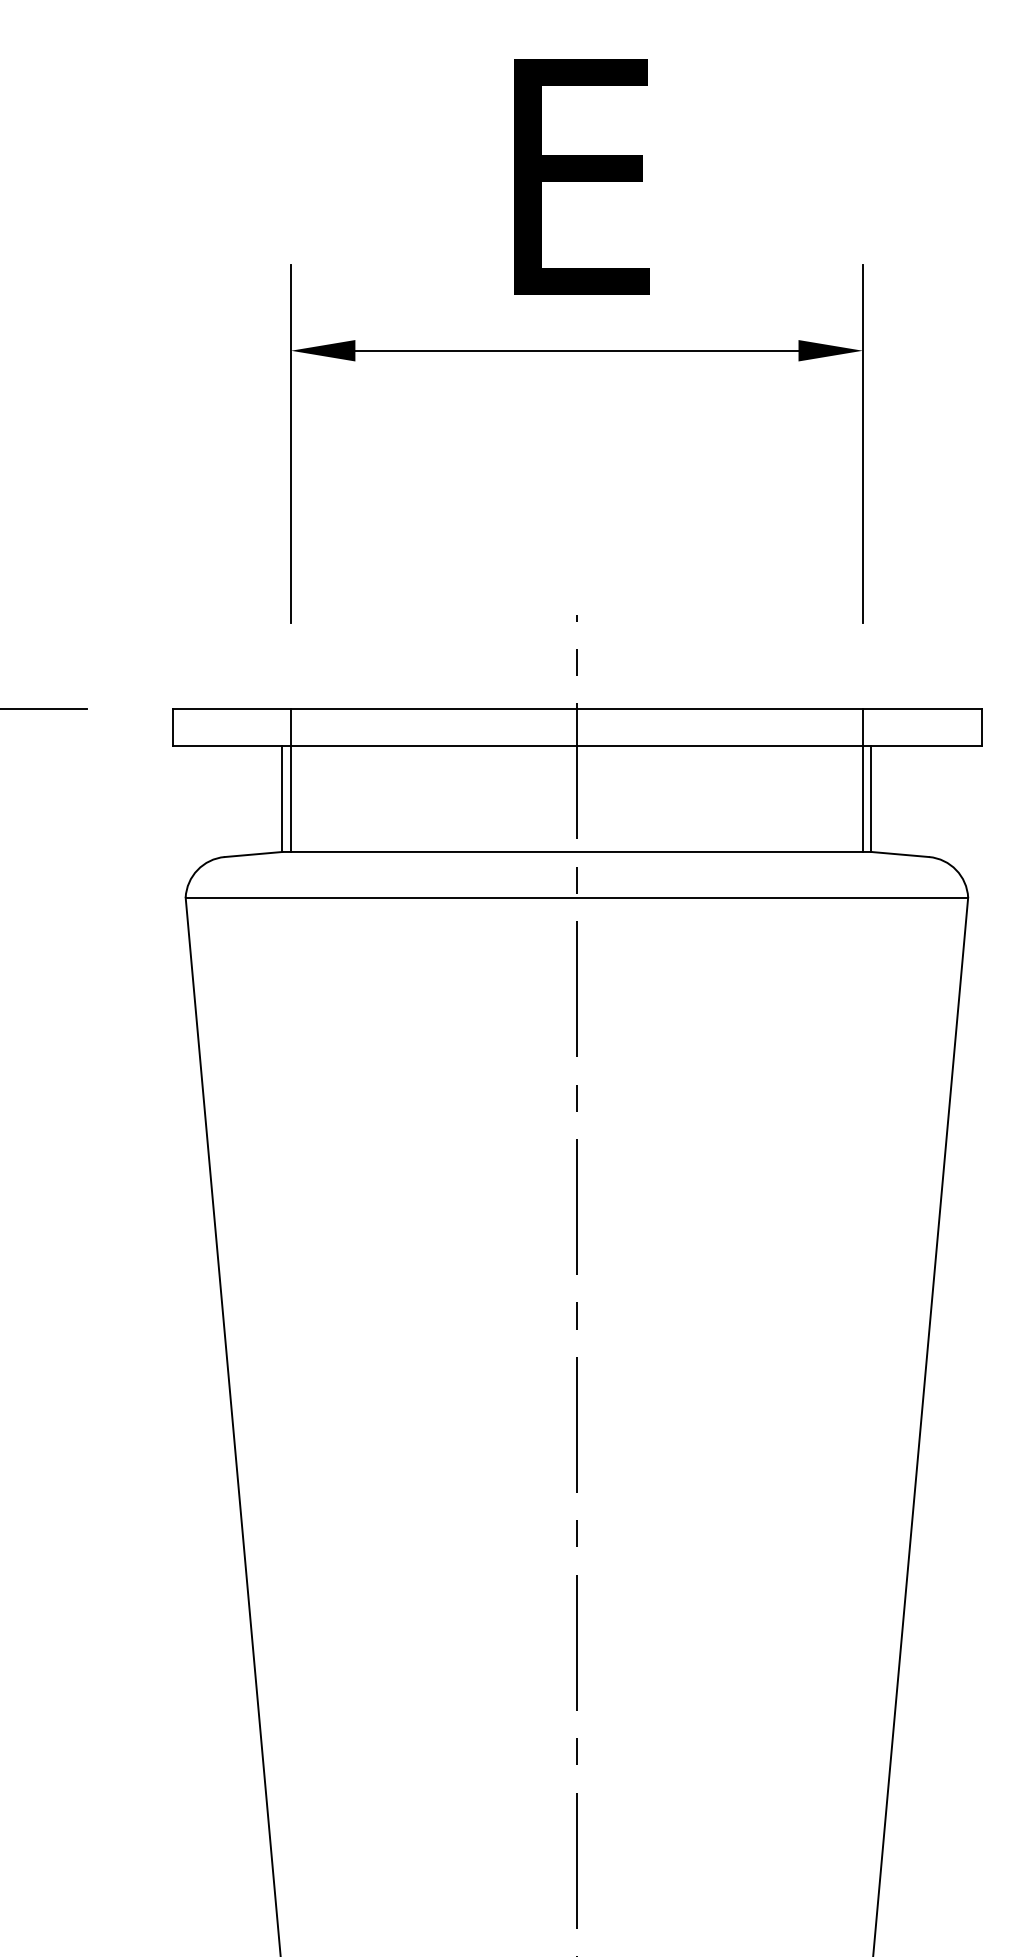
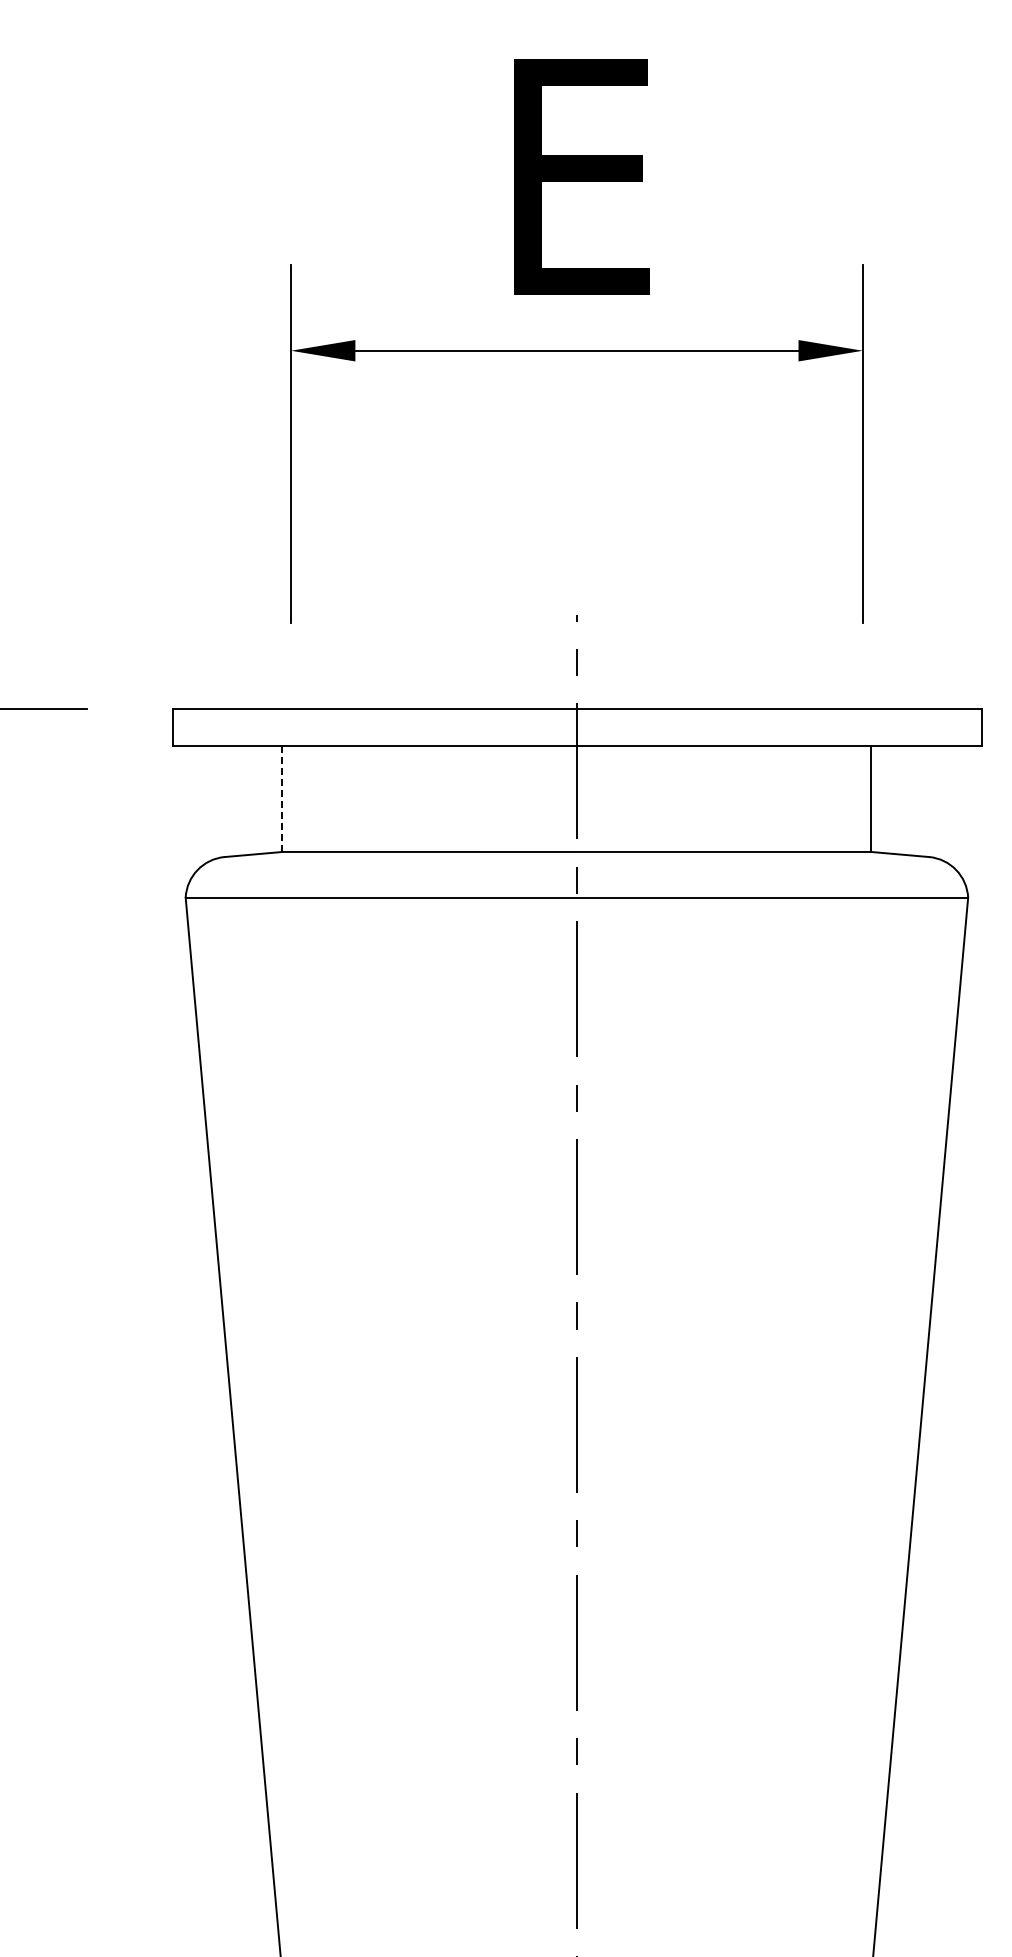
line at (291, 780): present -> none
line at (862, 780): present -> none
line at (282, 799): solid -> dashed
